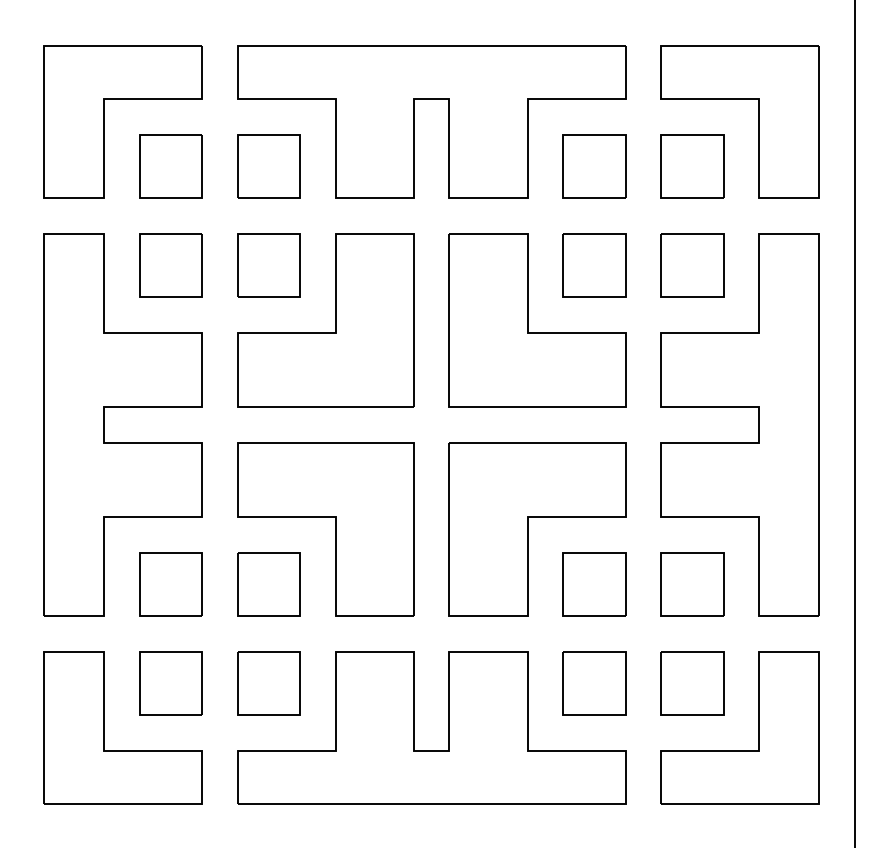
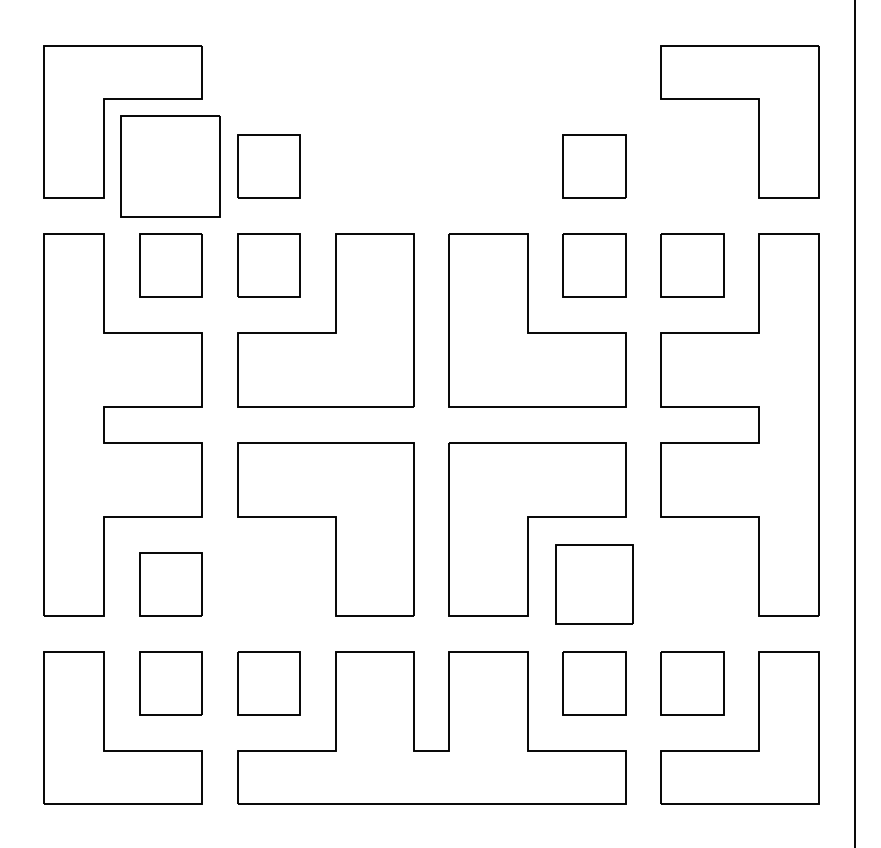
part at (414, 121): present -> none
part at (170, 166) size: 64x65 px -> 101x103 px
part at (692, 166): present -> none
part at (268, 584): present -> none
part at (594, 584) size: 65x65 px -> 79x81 px
part at (692, 584): present -> none
